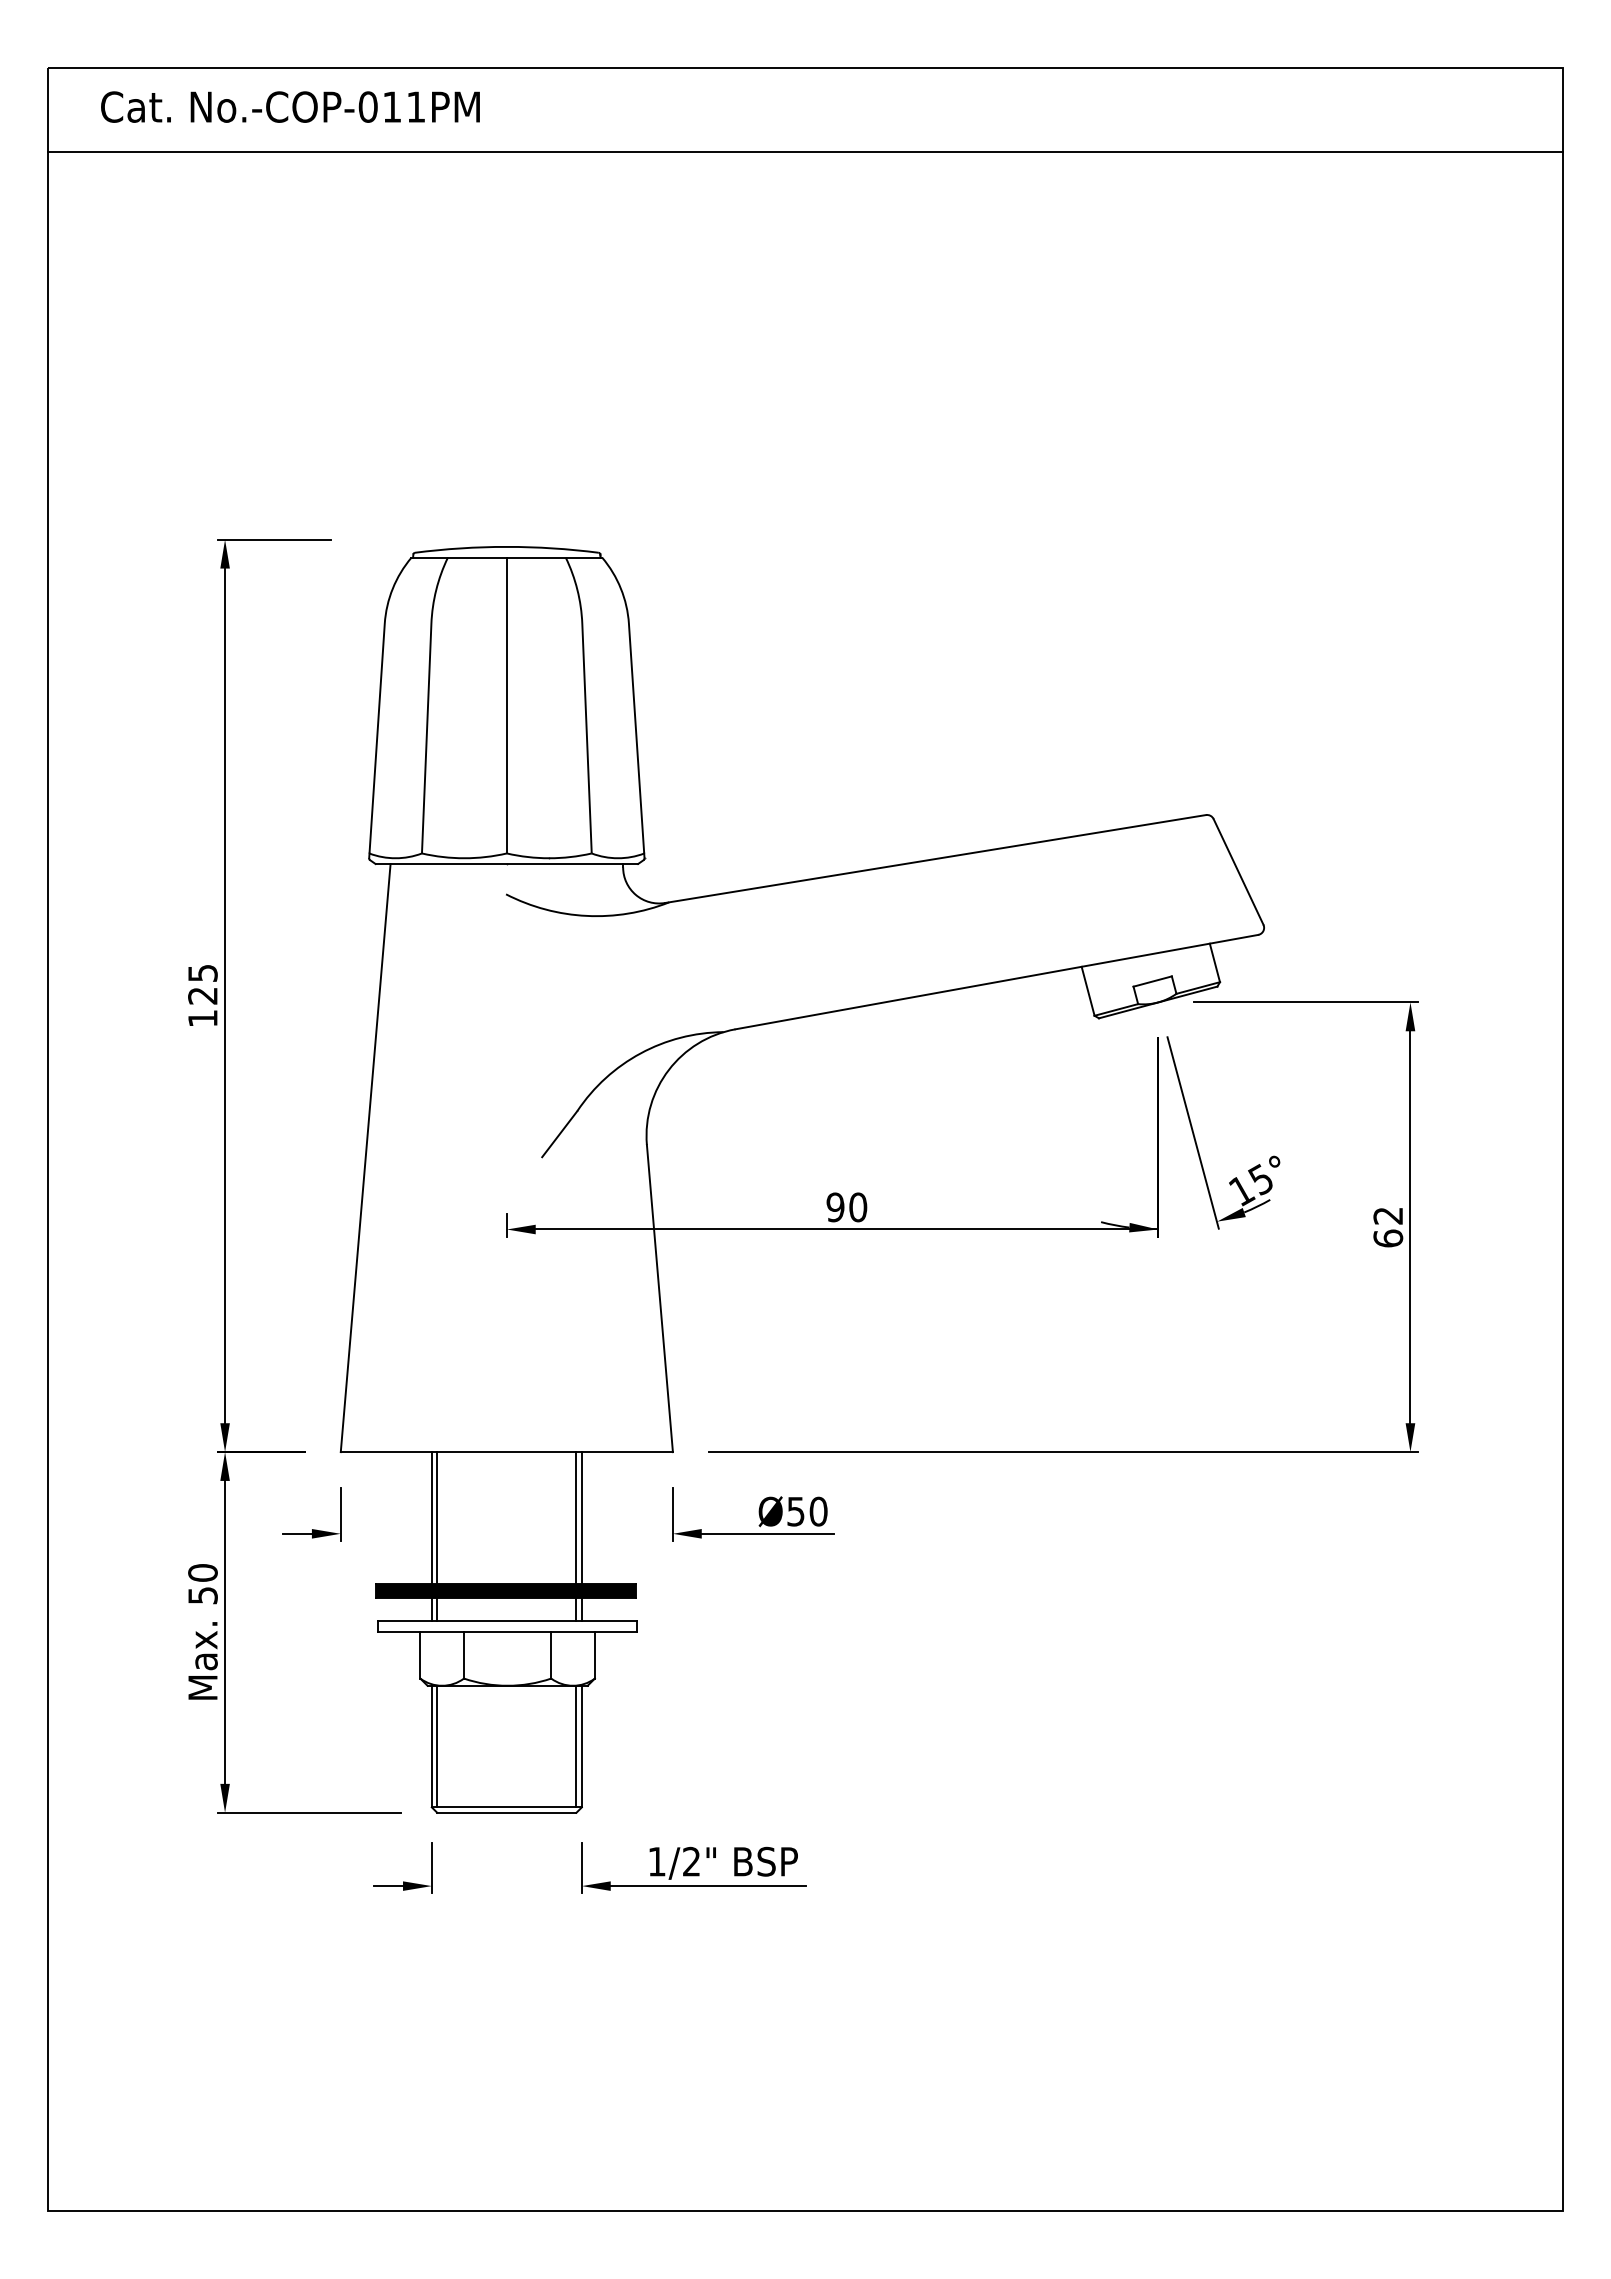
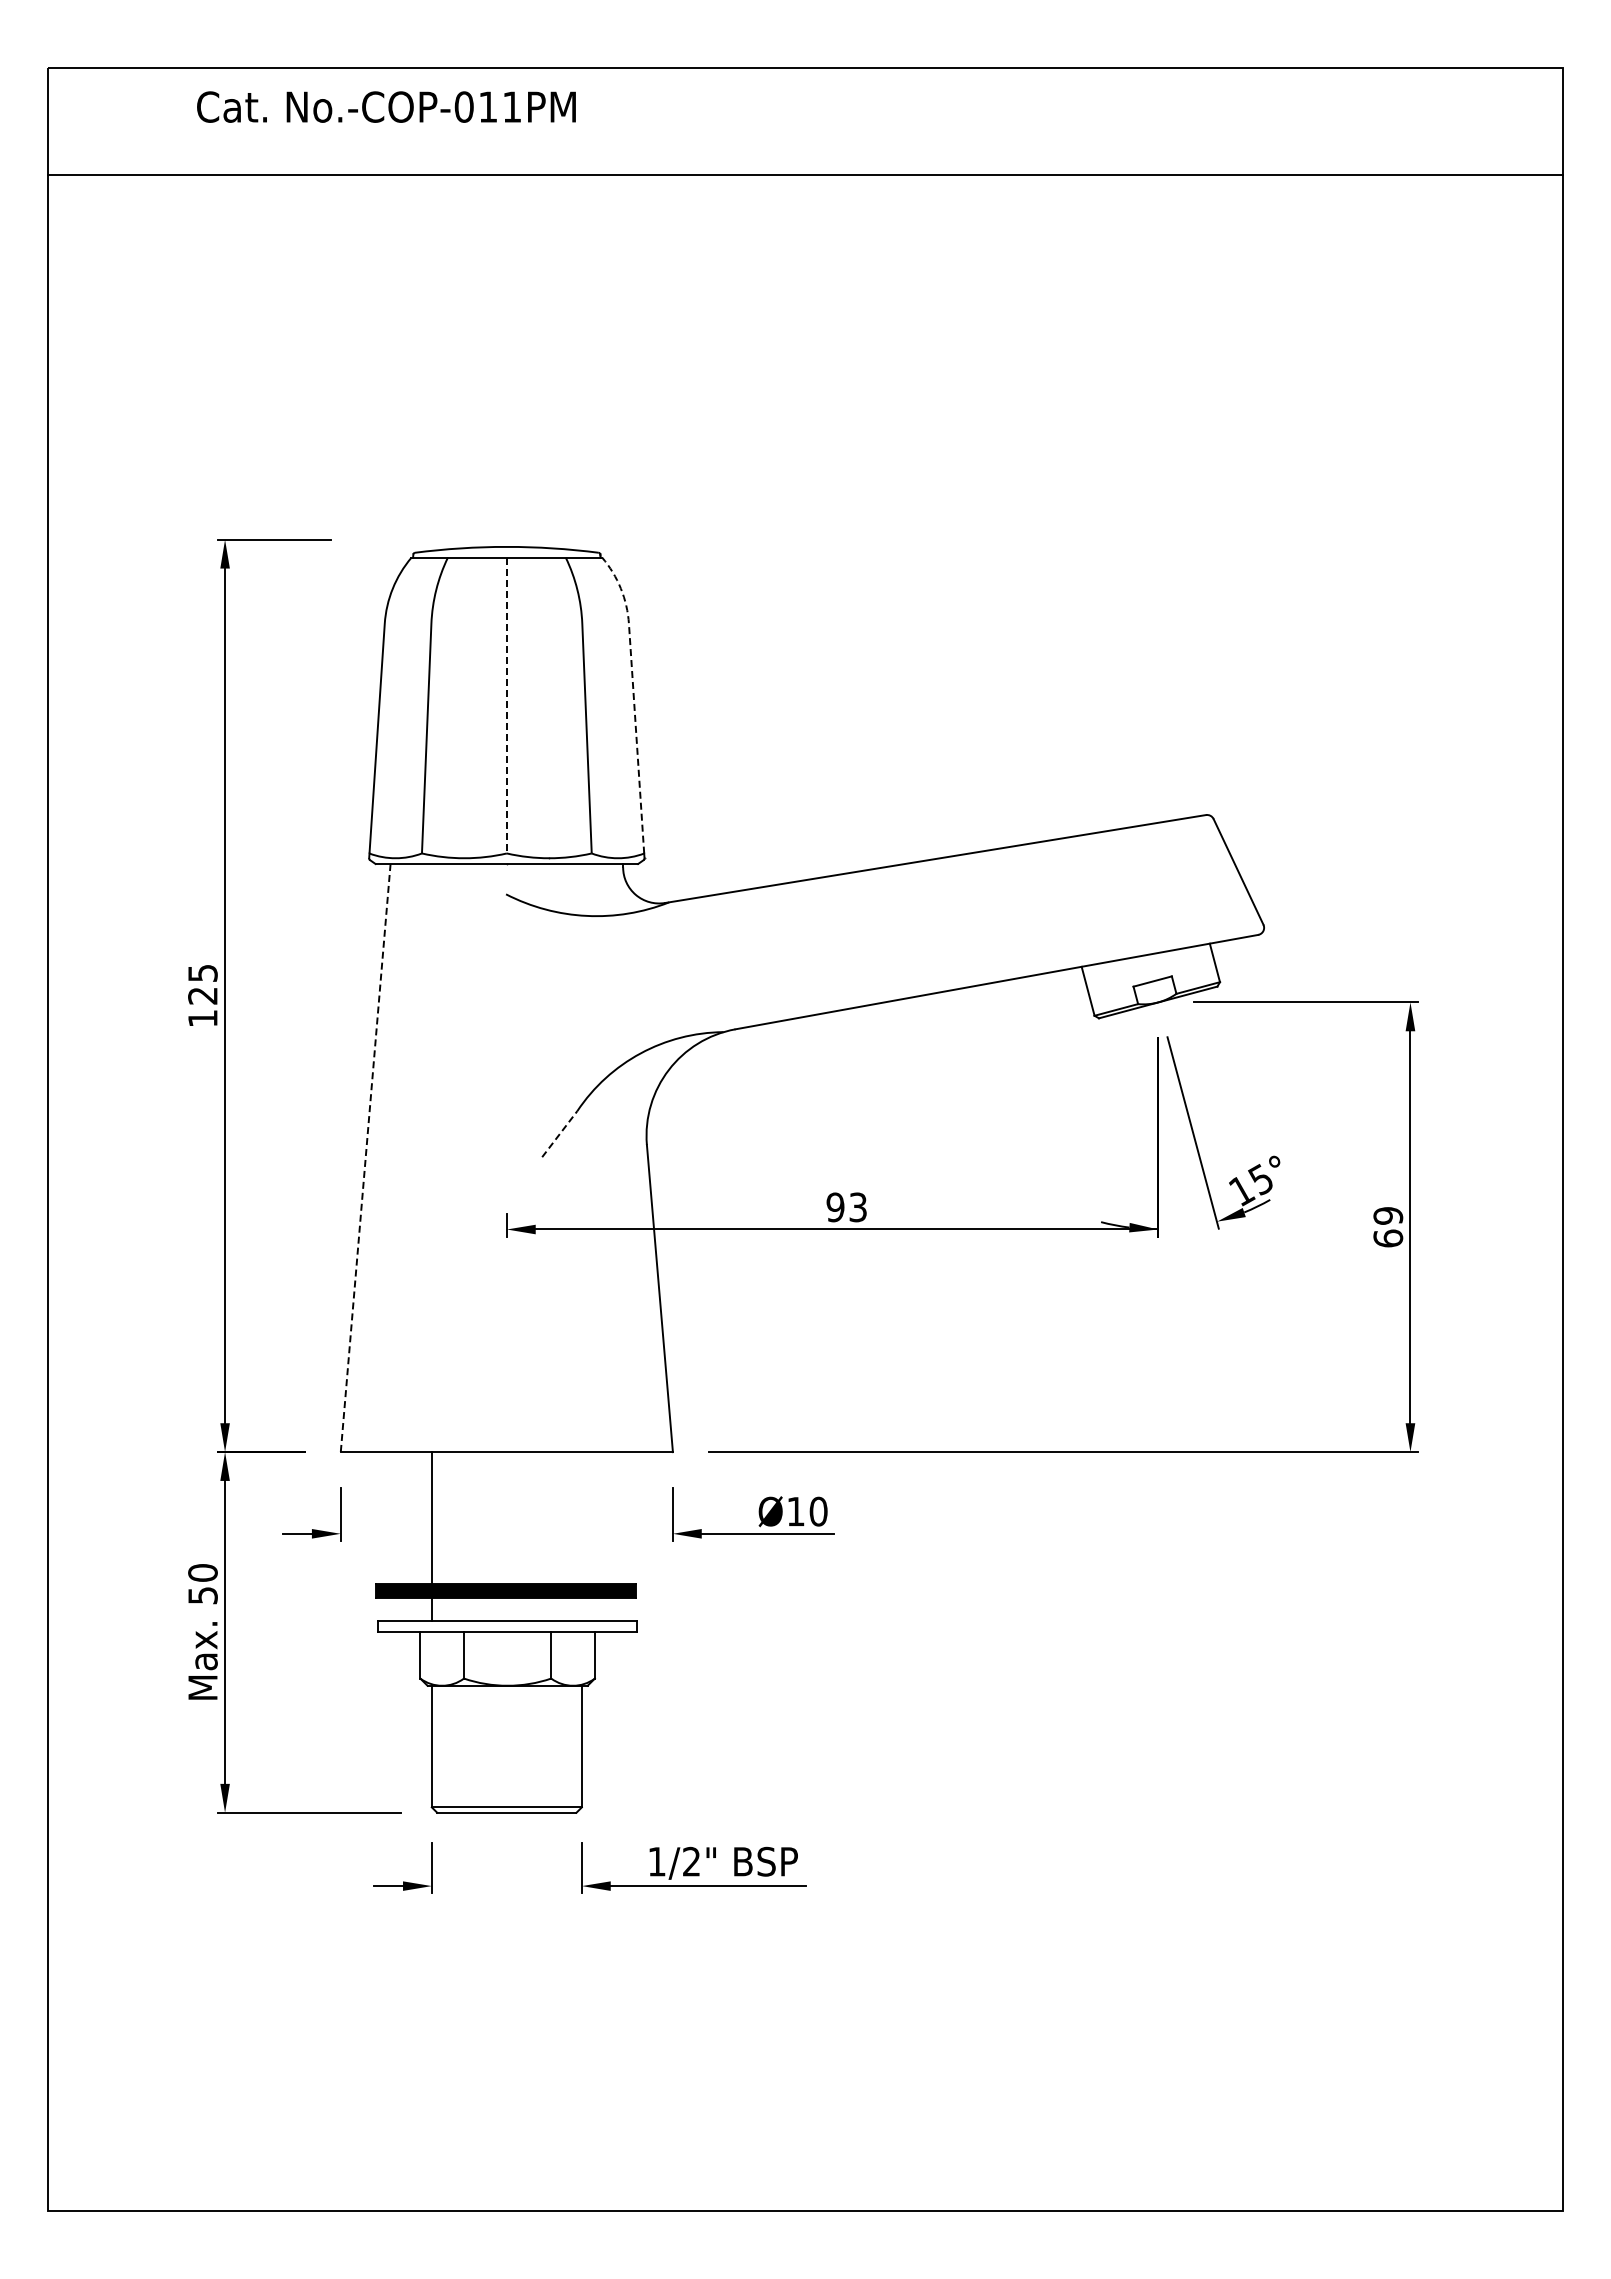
text at (290, 106) position: (290, 106) -> (386, 106)
line at (805, 151) position: (805, 151) -> (805, 174)
line at (633, 694): solid -> dashed
line at (506, 705): solid -> dashed
line at (560, 1133): solid -> dashed
line at (365, 1158): solid -> dashed
text at (858, 1207): 90 -> 93
text at (1388, 1215): 62 -> 69
text at (795, 1511): Ø50 -> Ø10
line at (437, 1536): present -> none
line at (576, 1536): present -> none
line at (581, 1536): present -> none
line at (437, 1746): present -> none
line at (576, 1746): present -> none
